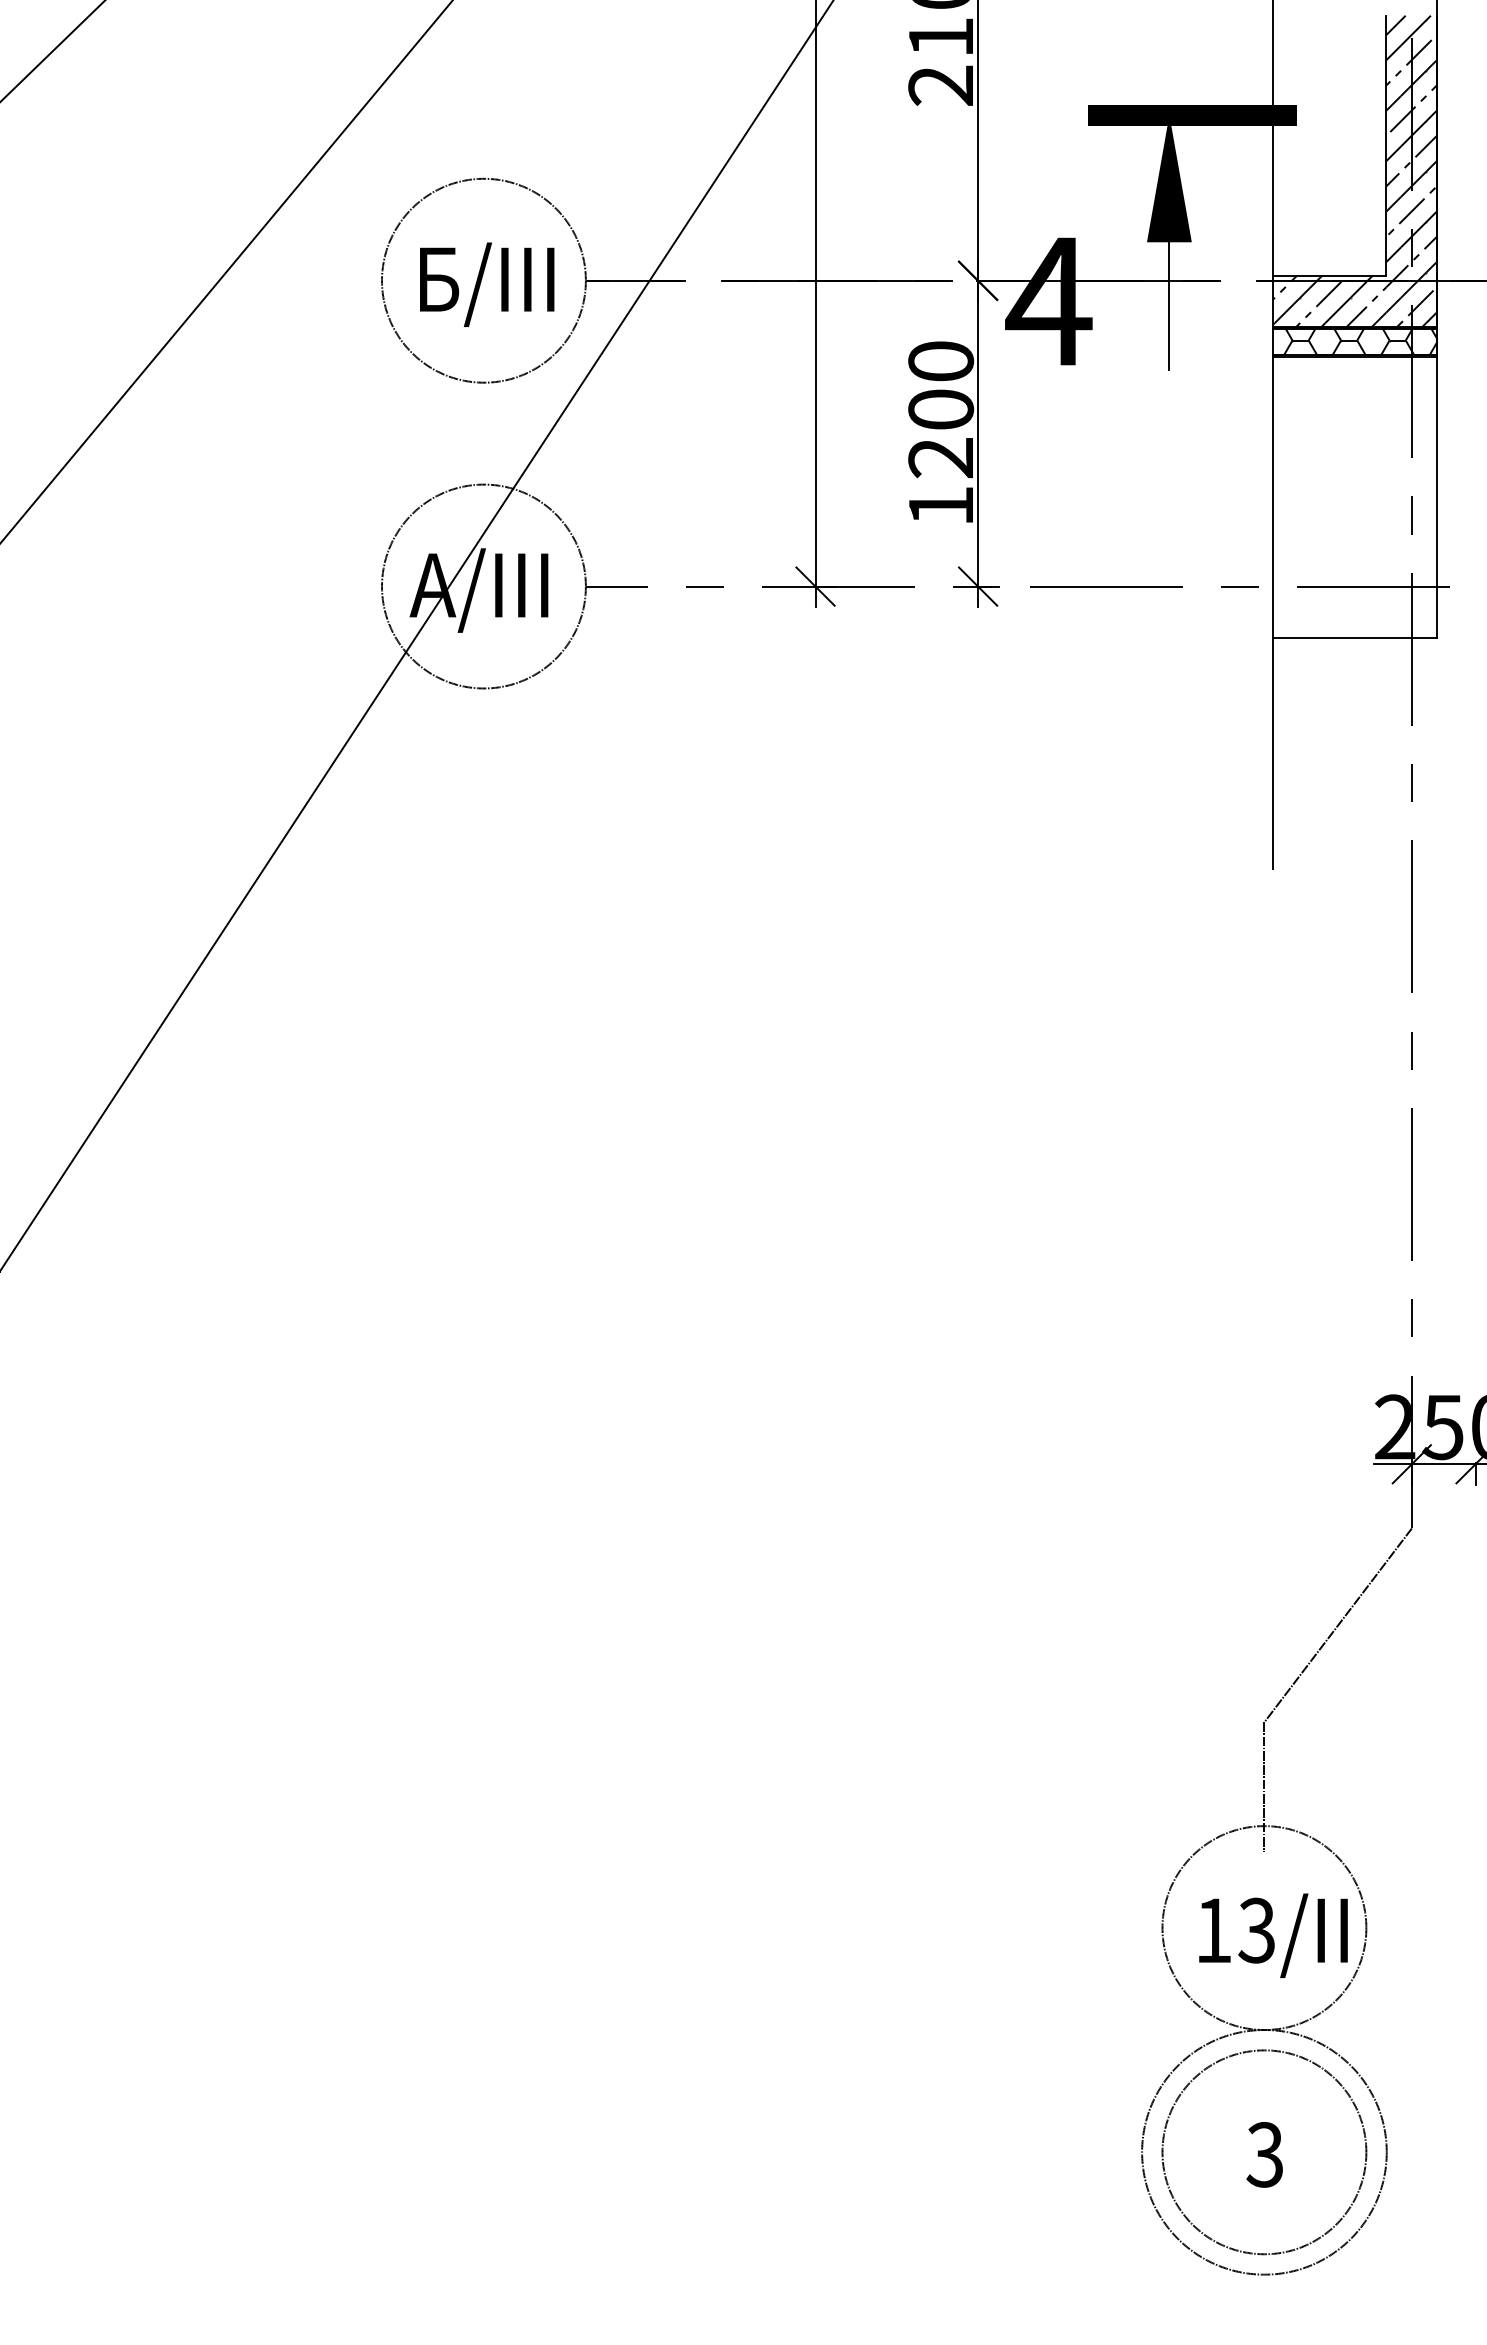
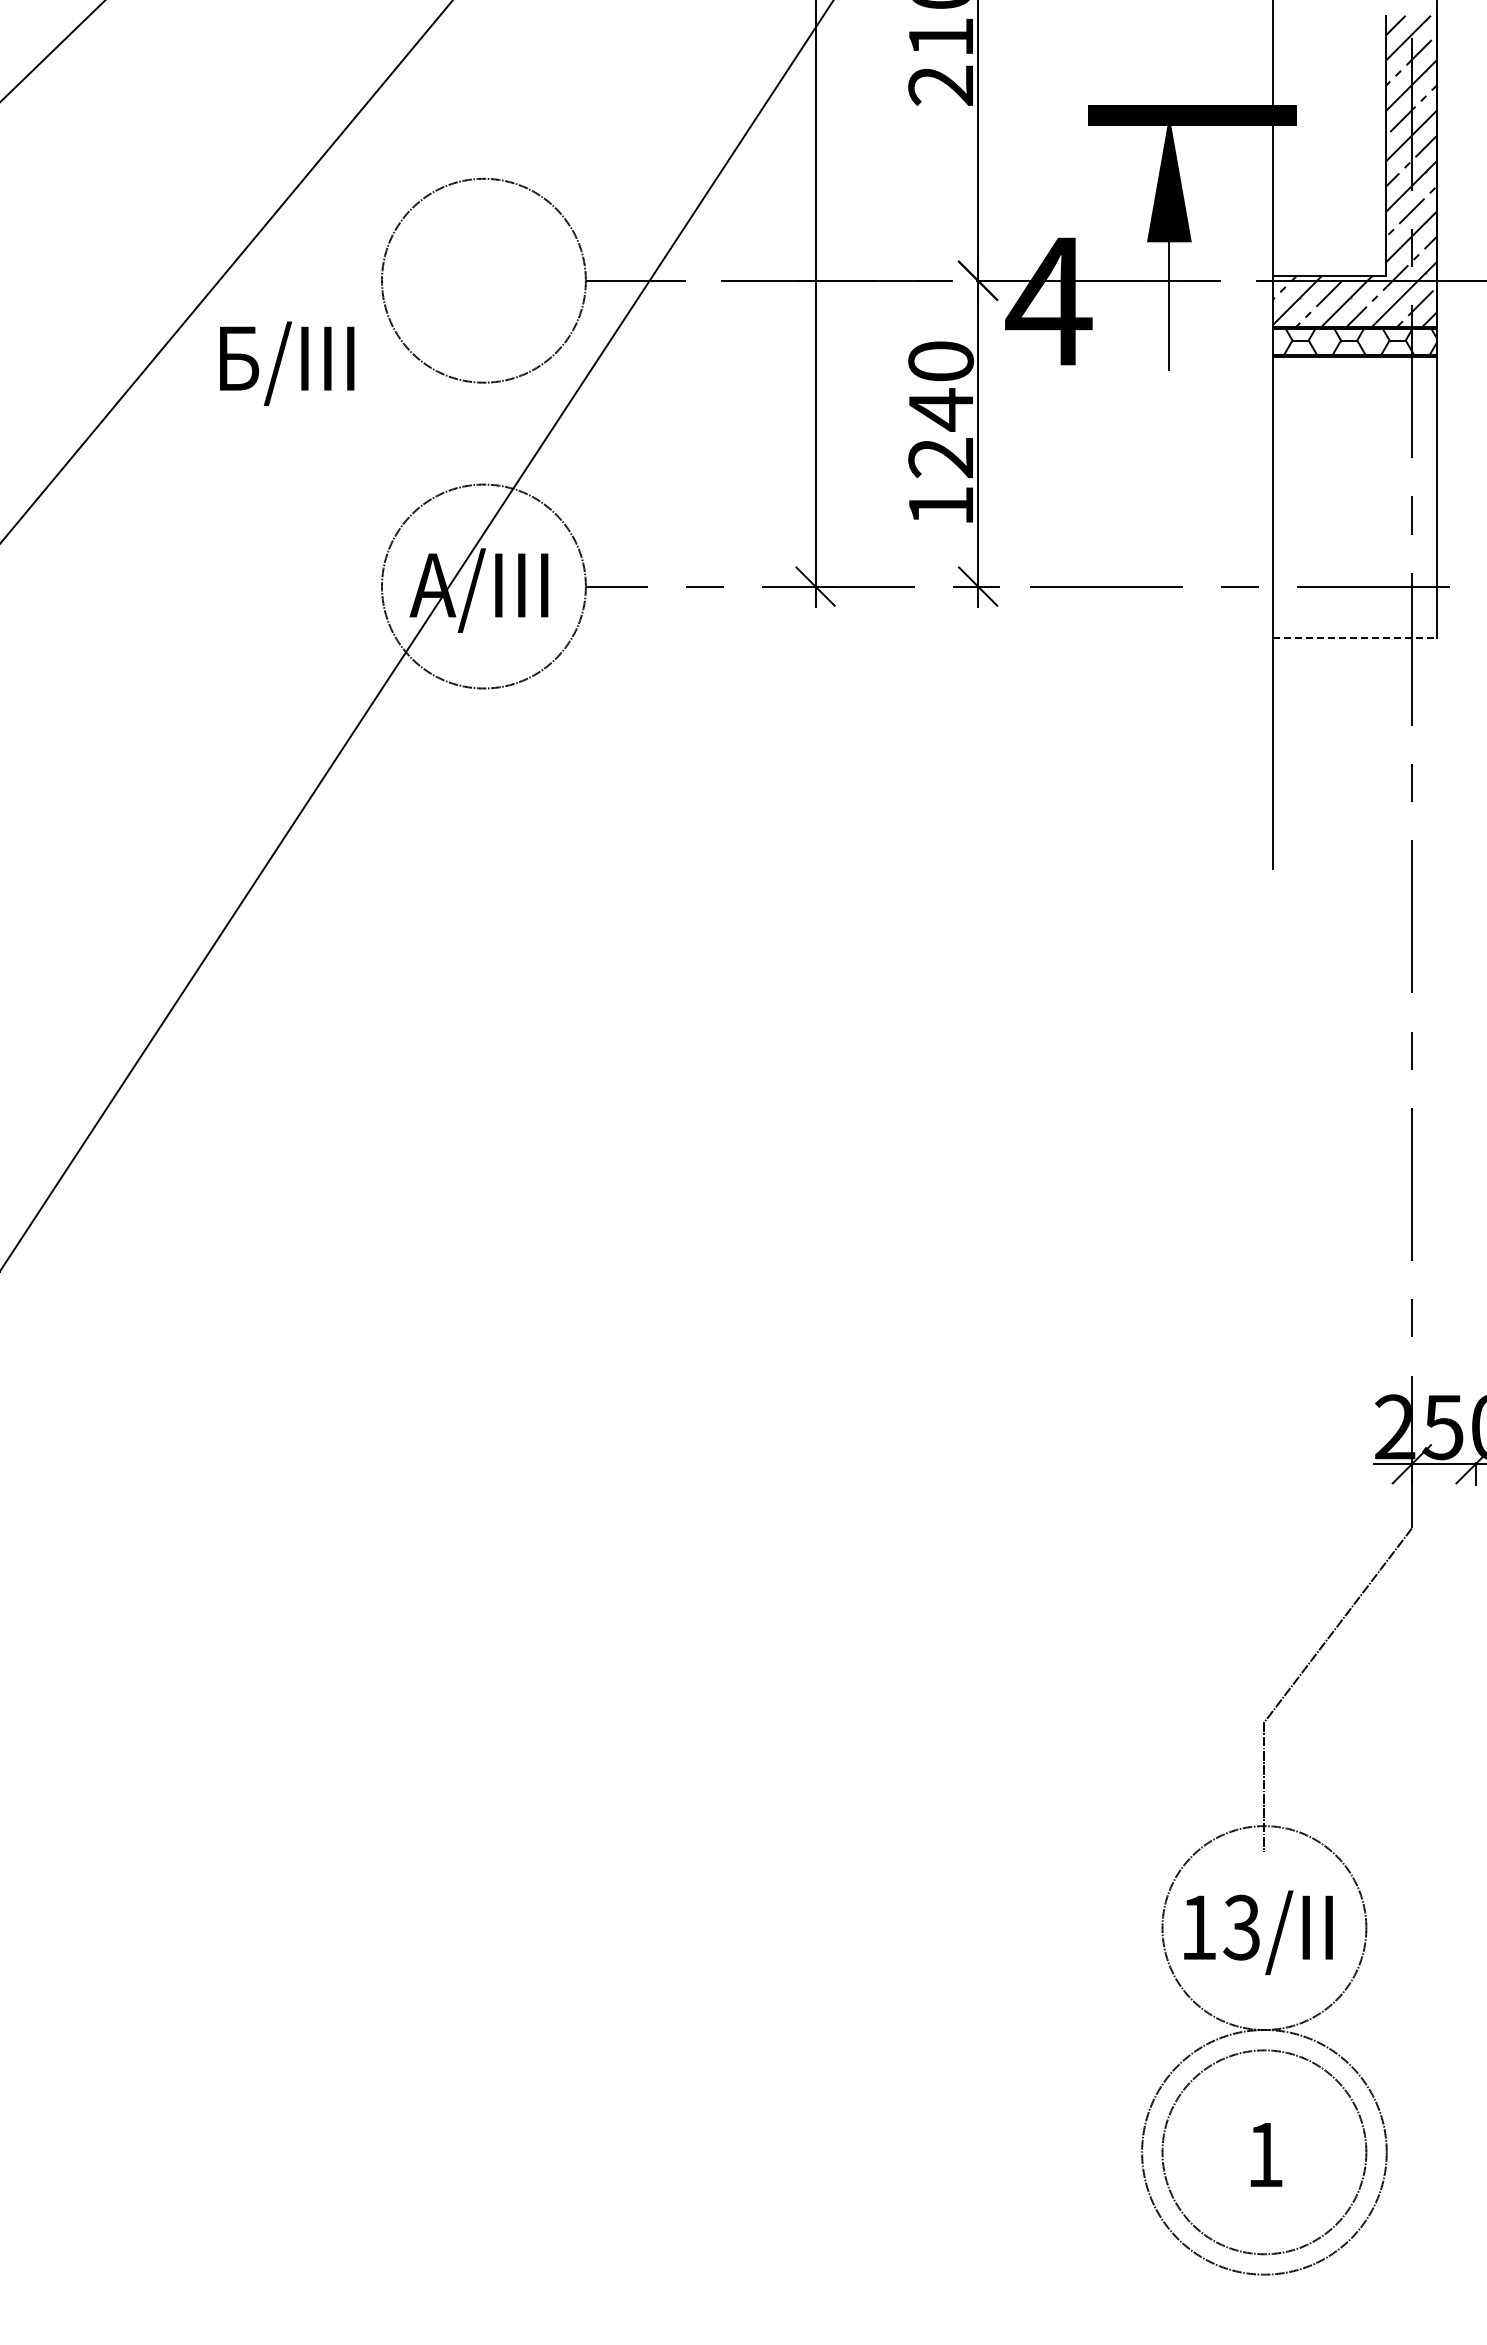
text at (487, 284) position: (487, 284) -> (287, 363)
text at (941, 409): 1200 -> 1240
line at (1355, 637): solid -> dashed
text at (1273, 1935) position: (1273, 1935) -> (1258, 1932)
text at (1264, 2154): 3 -> 1
